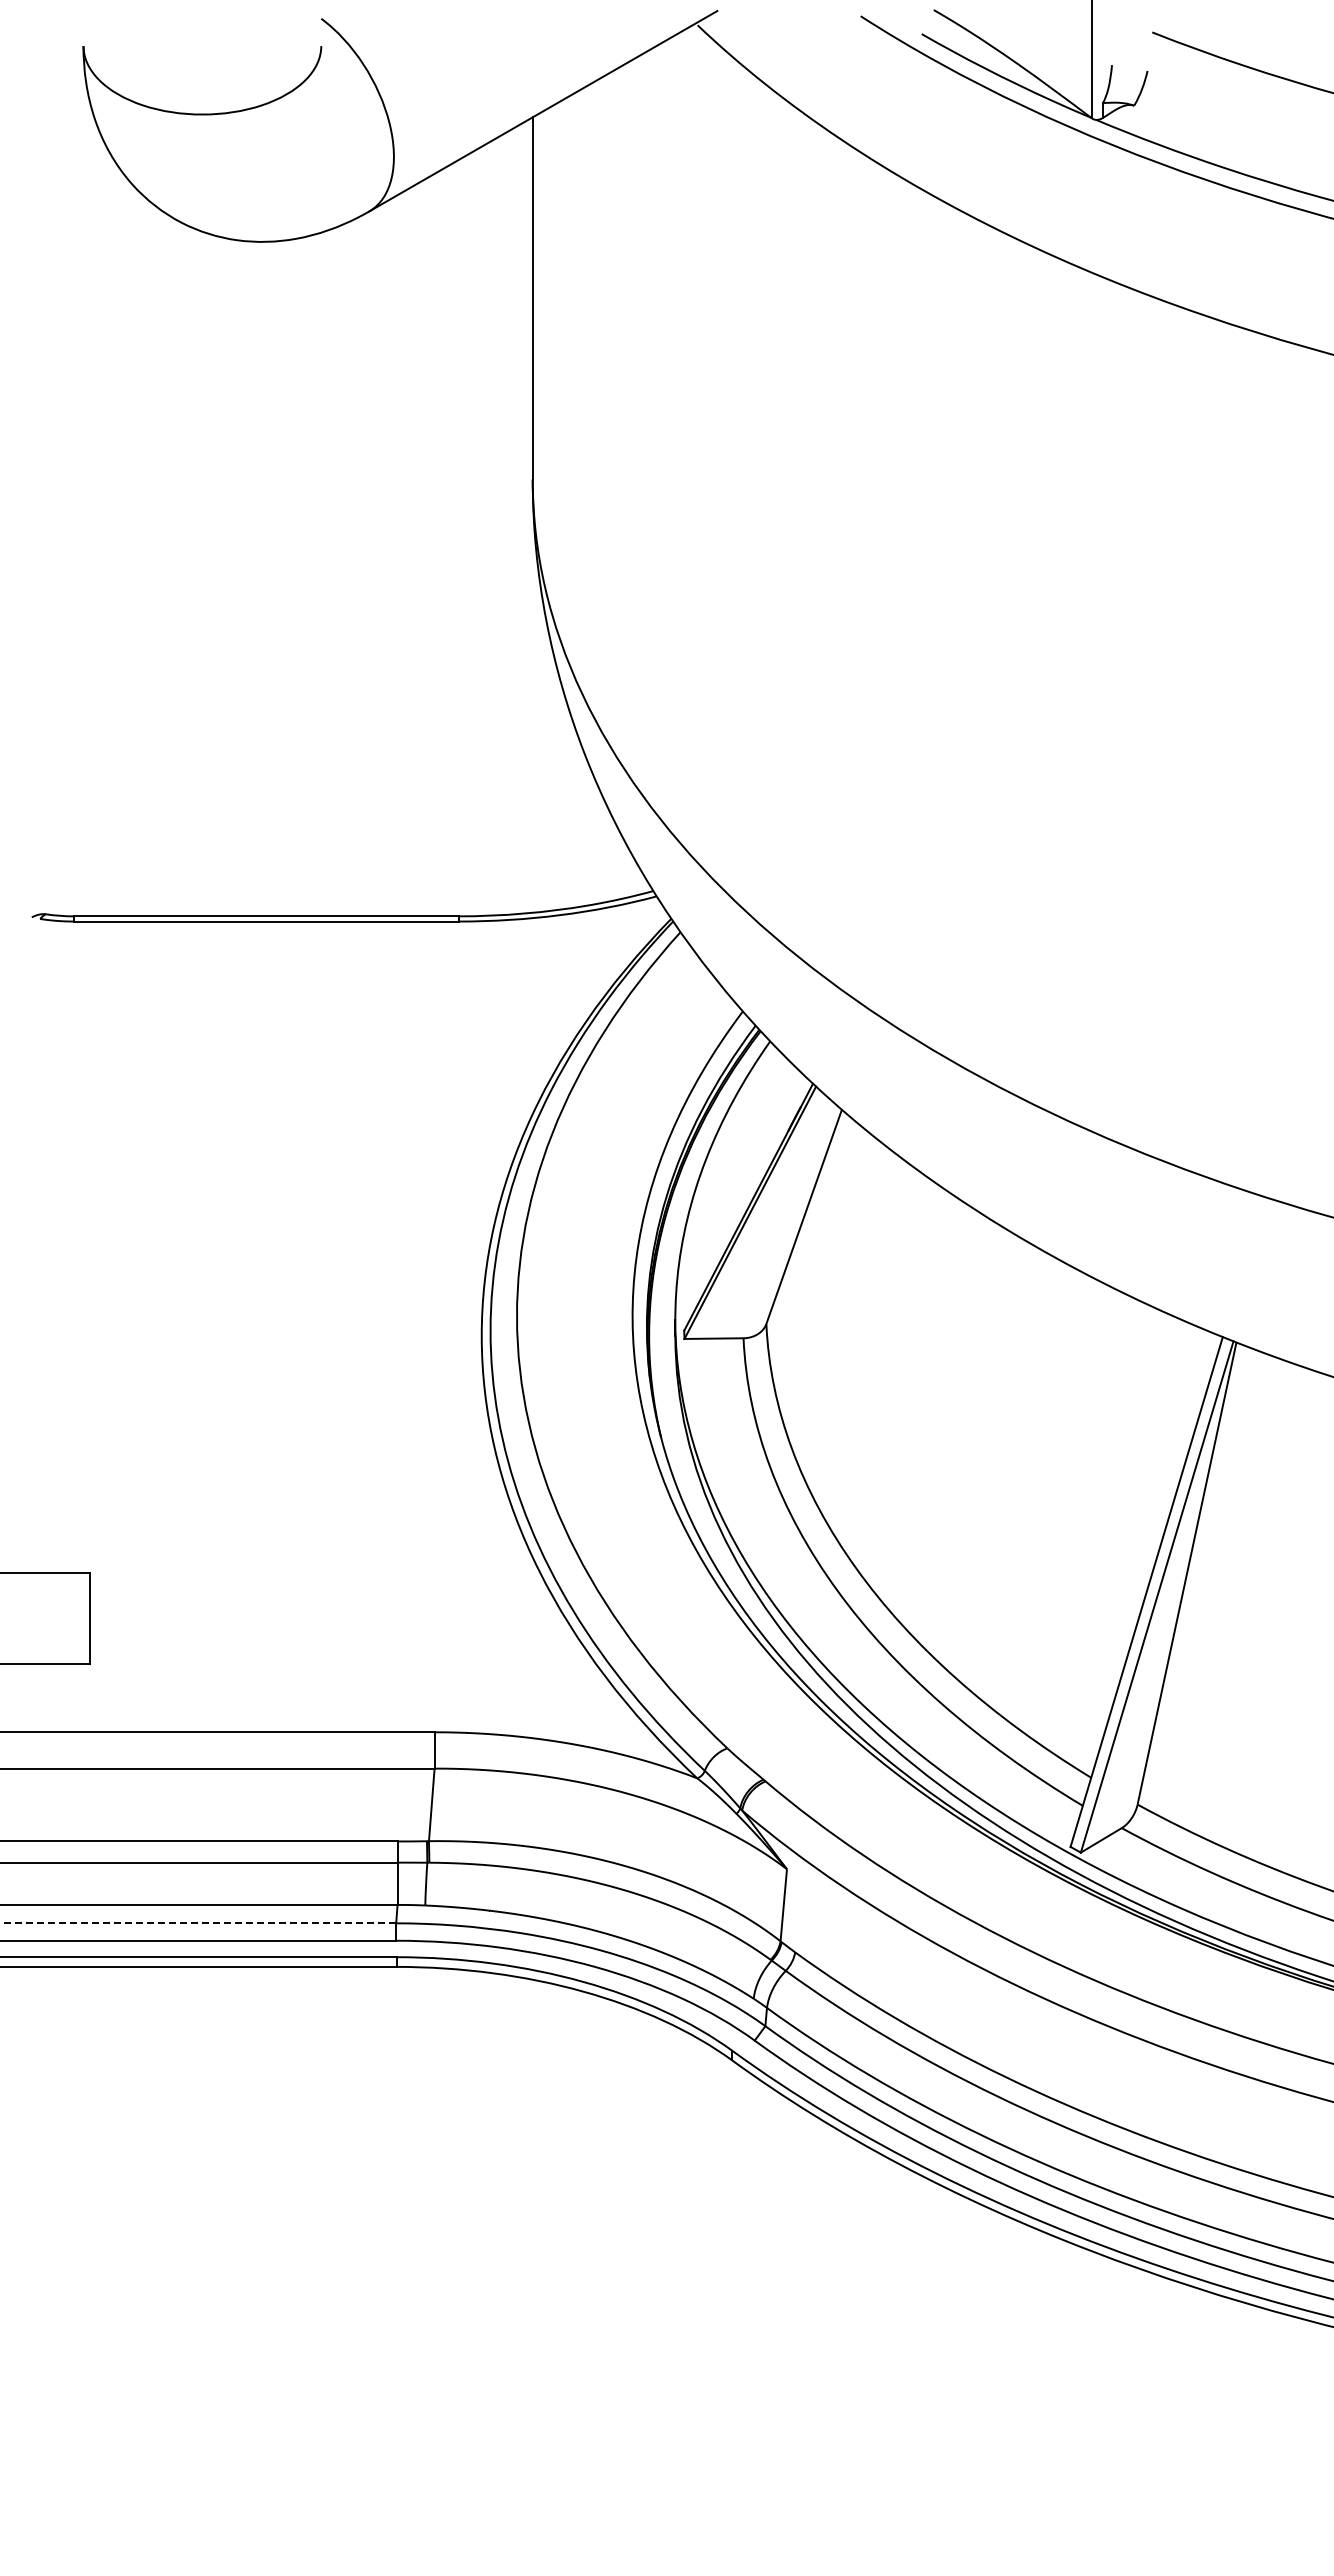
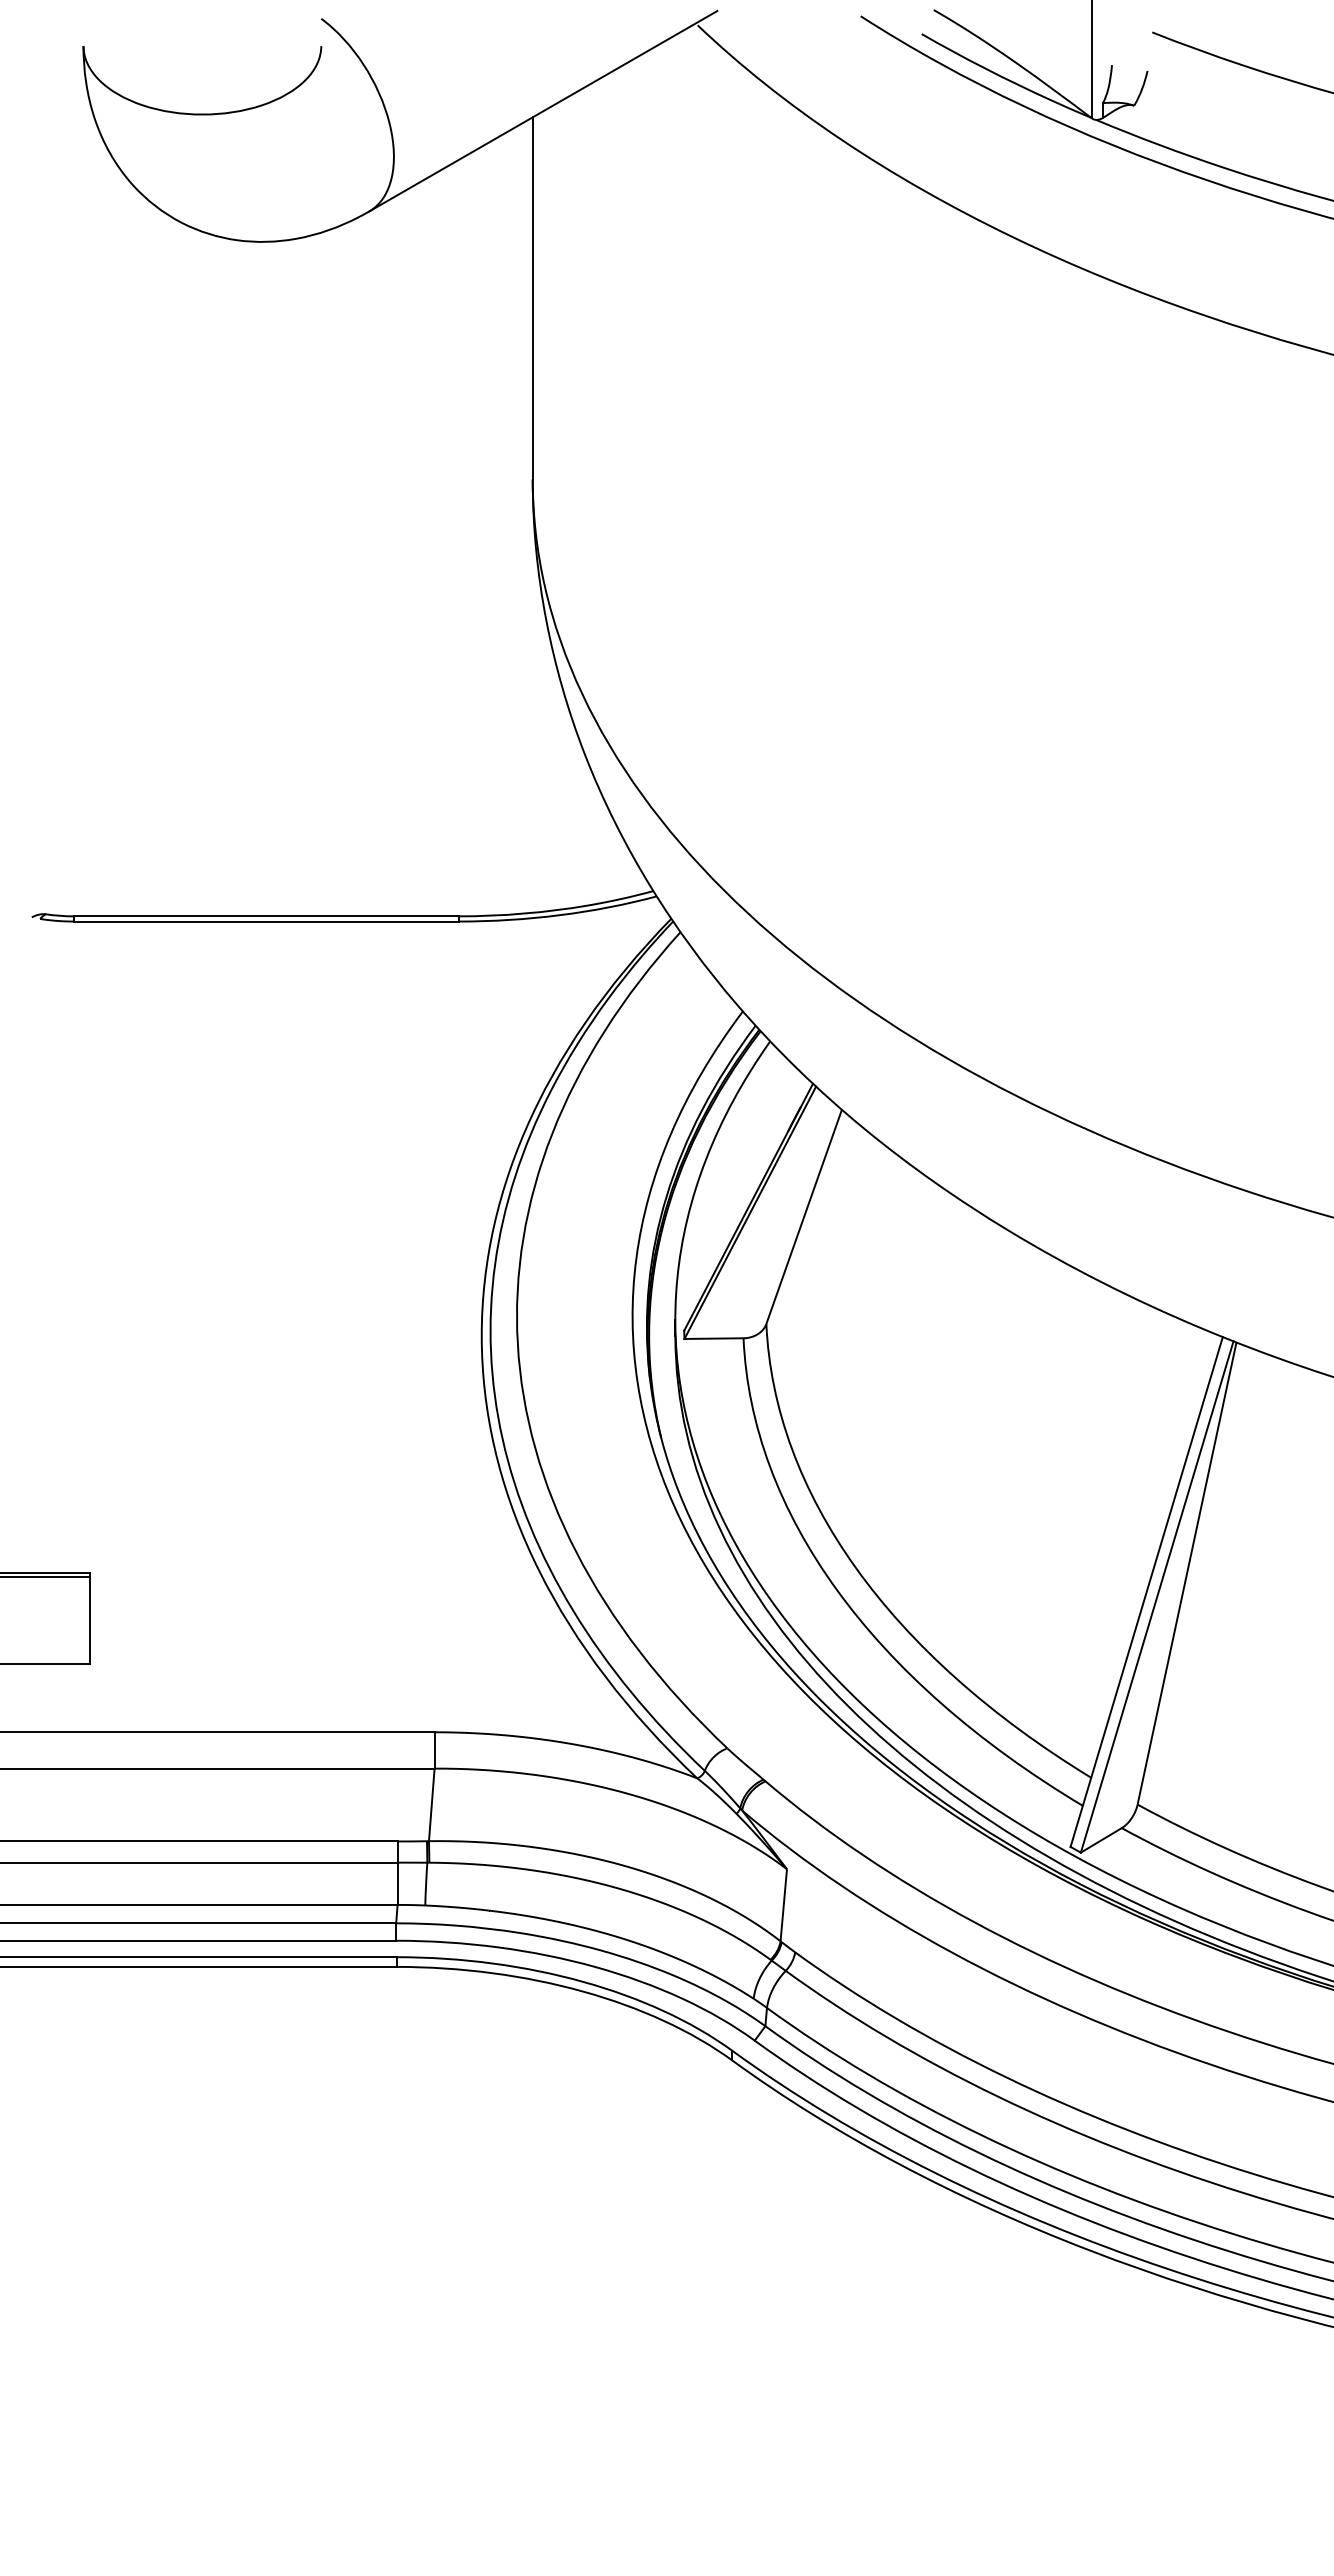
line at (45, 1577): none -> present
line at (198, 1923): dashed -> solid
